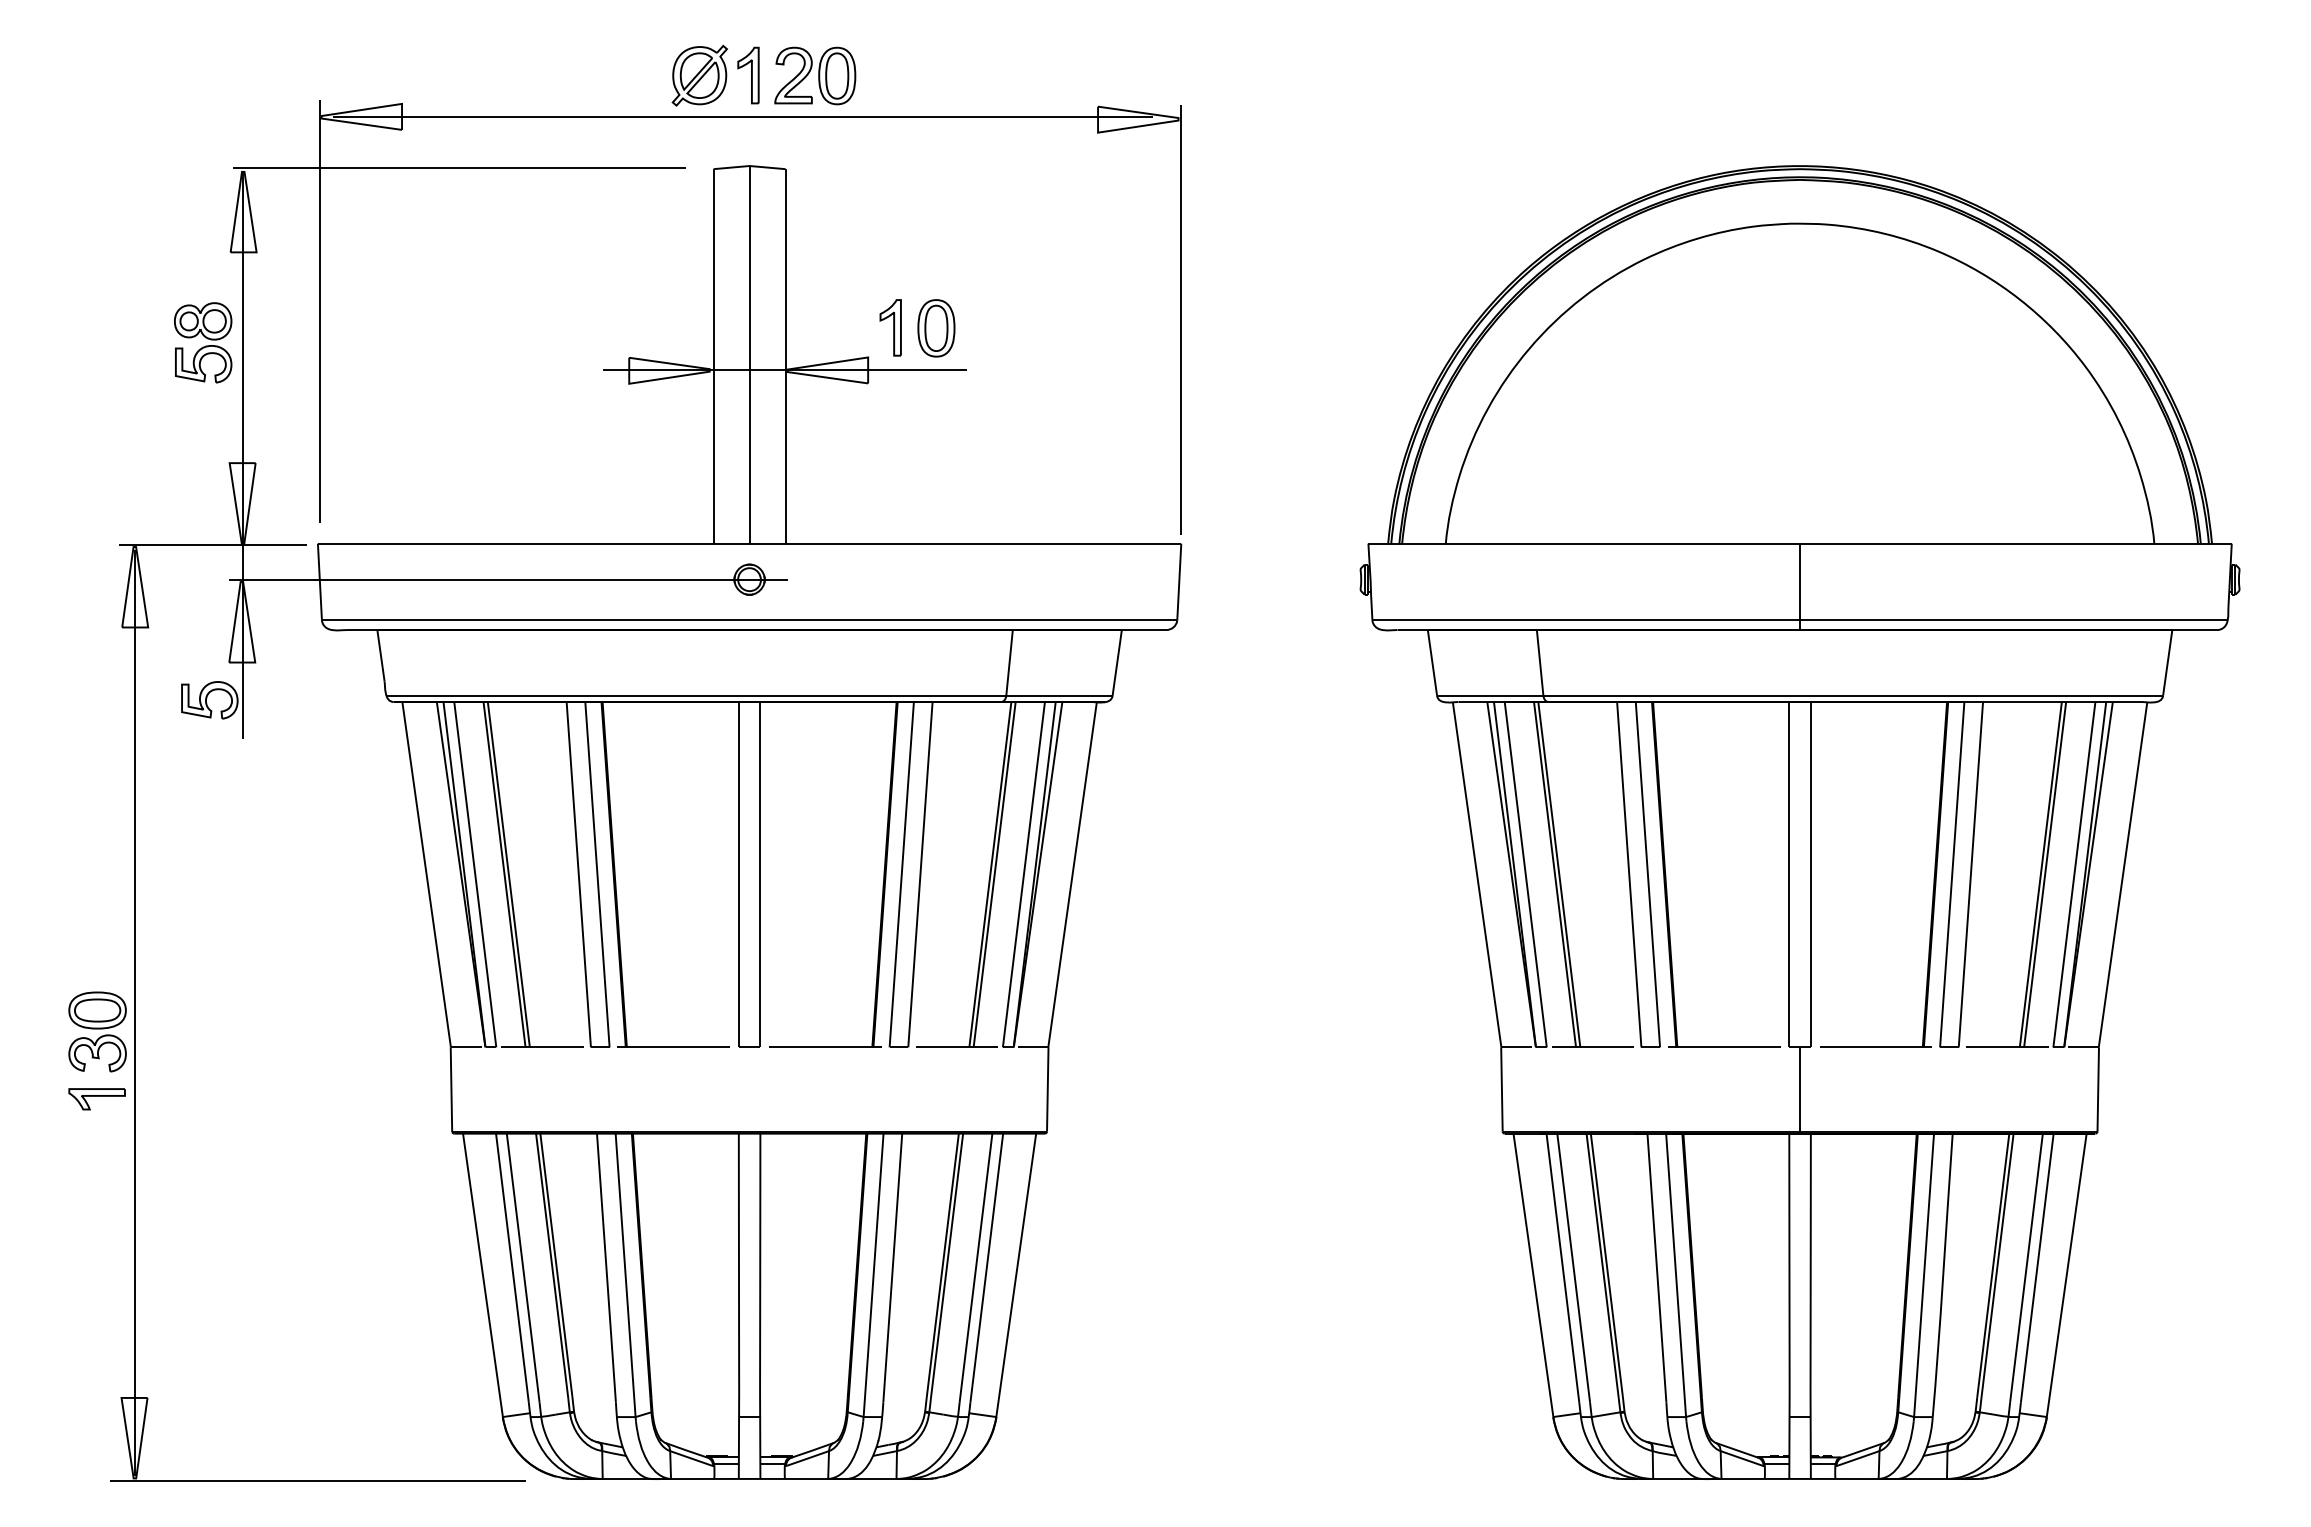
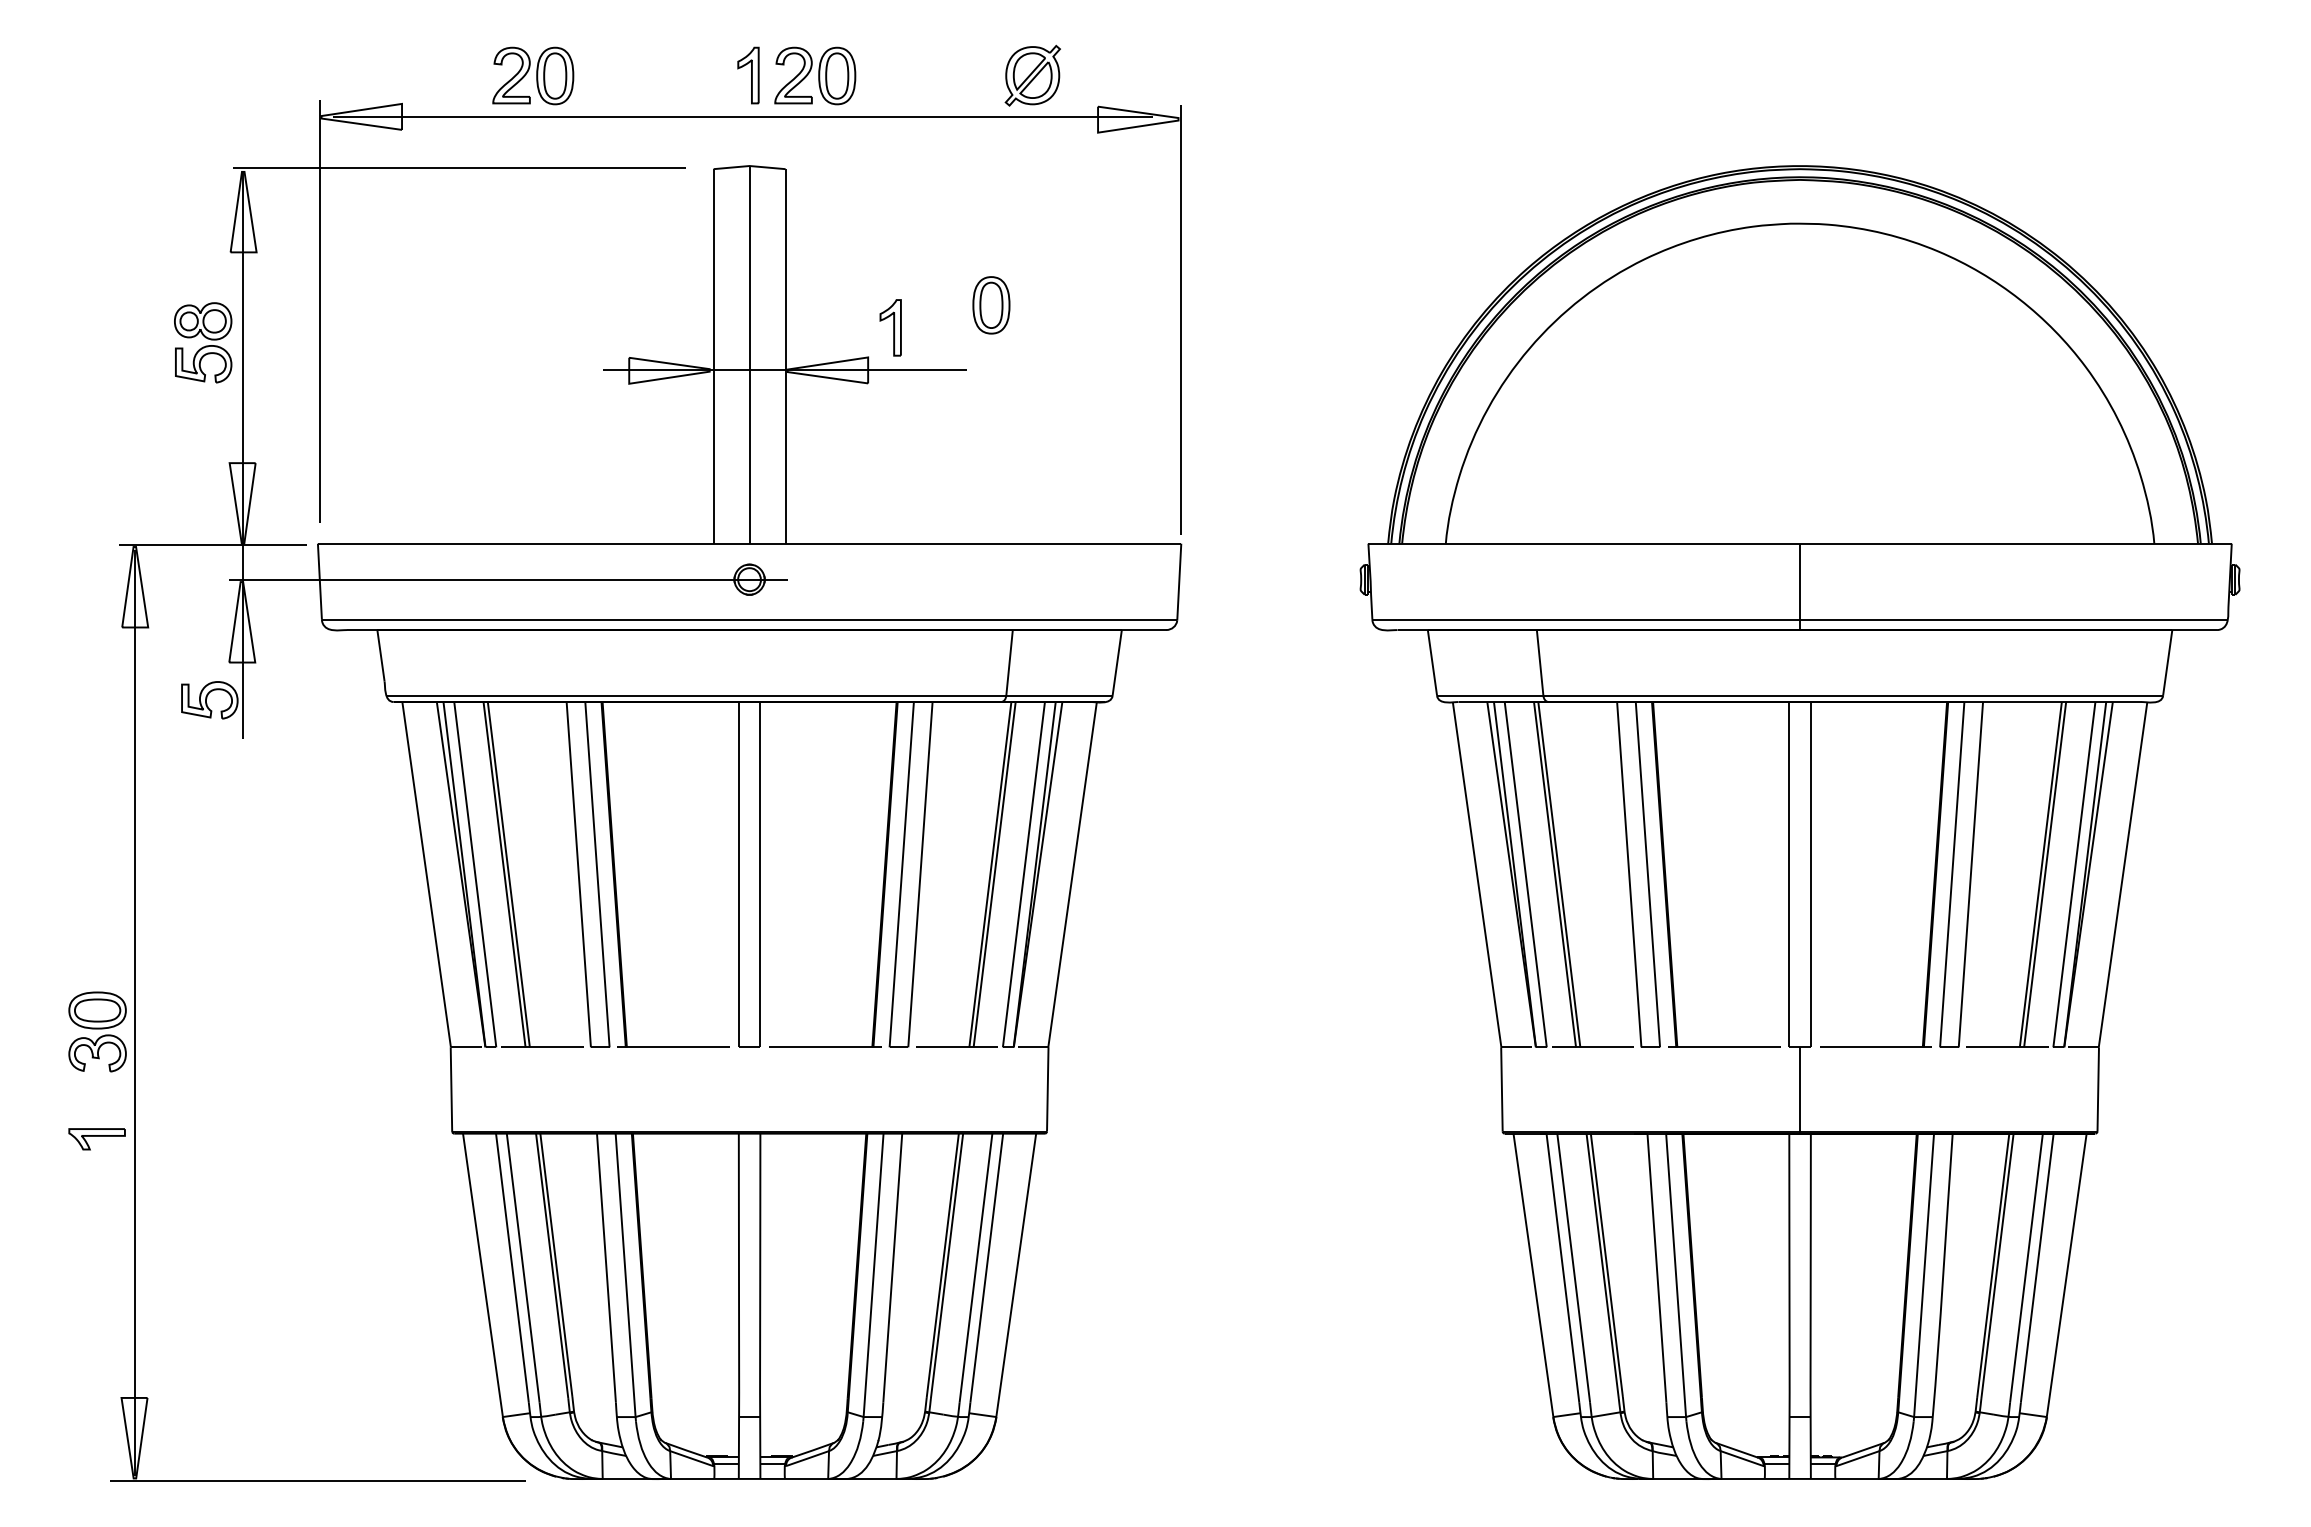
part at (533, 75): none -> present
part at (699, 75) position: (699, 75) -> (1032, 75)
part at (936, 328) position: (936, 328) -> (991, 305)
part at (96, 1099) position: (96, 1099) -> (96, 1139)
